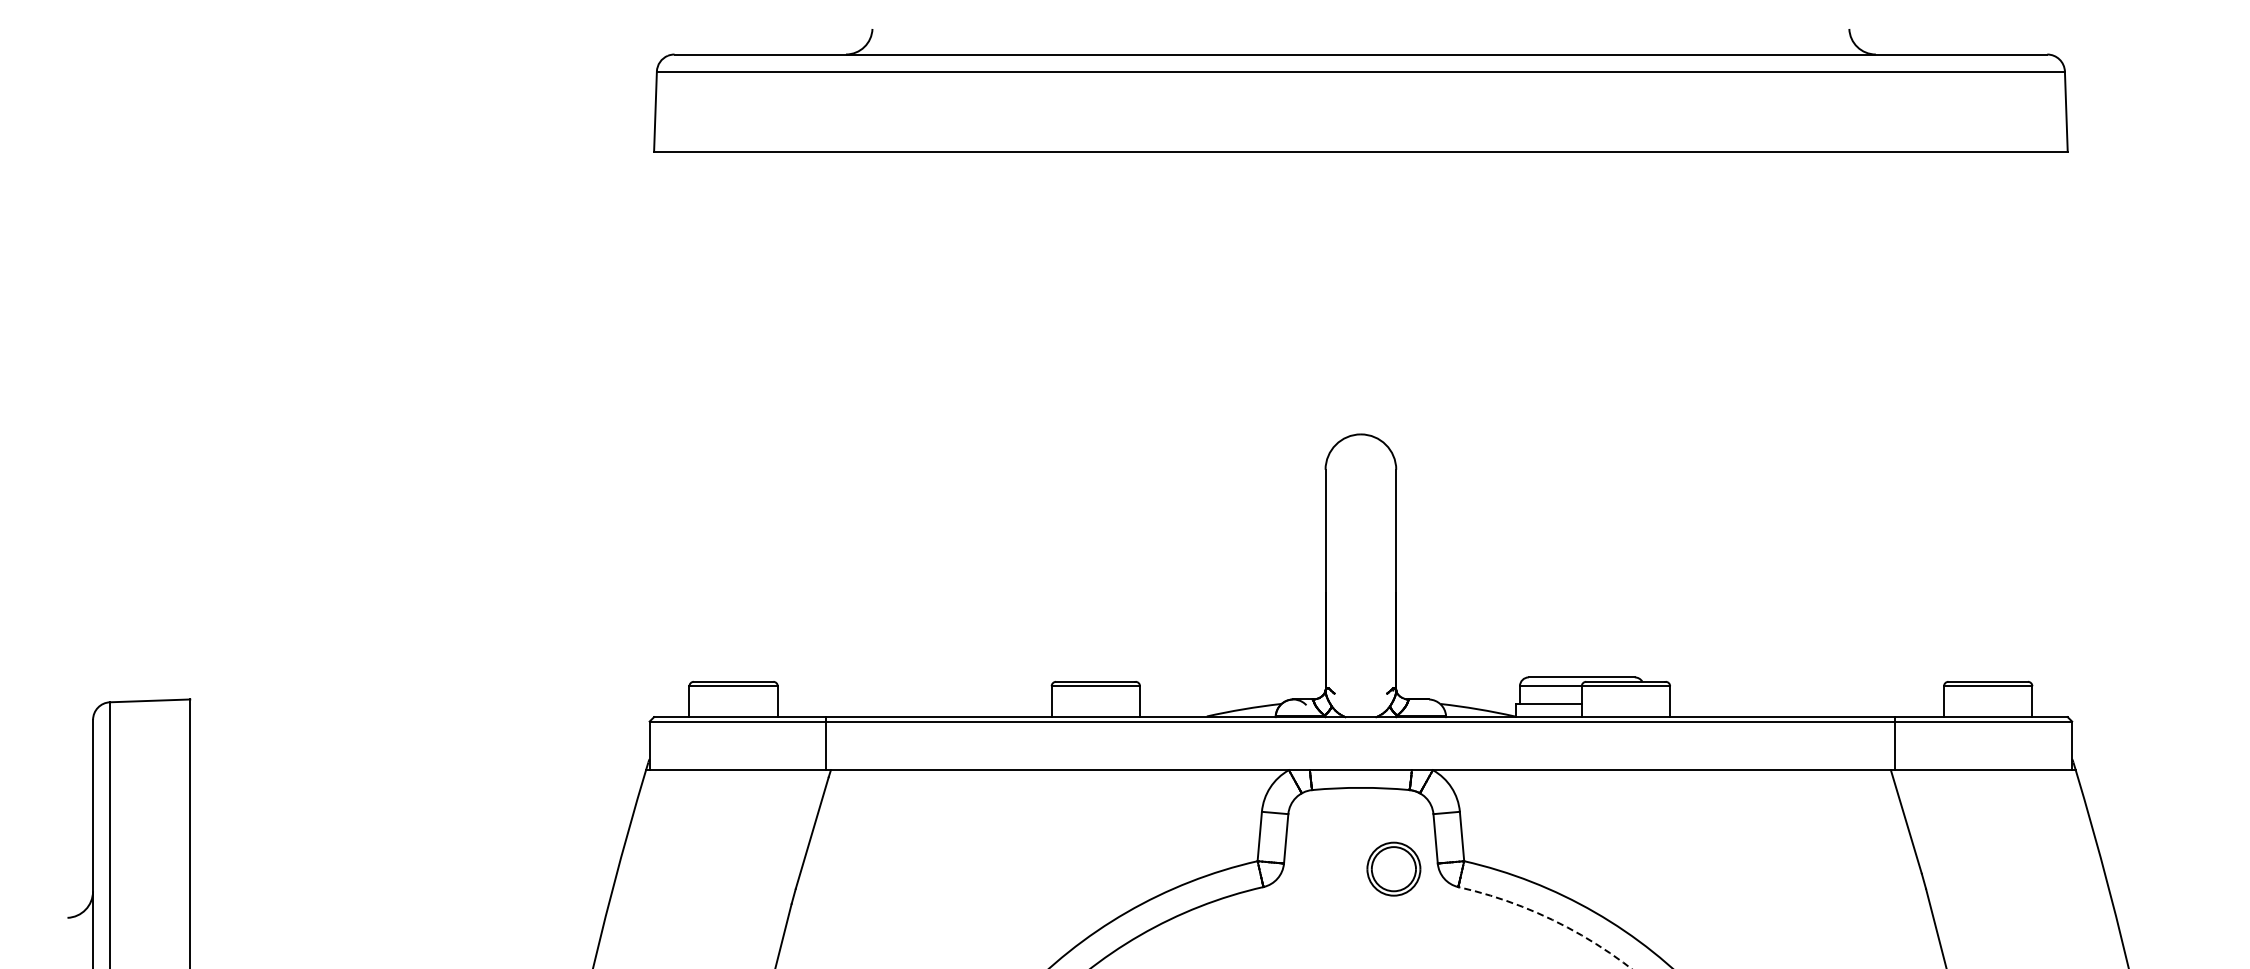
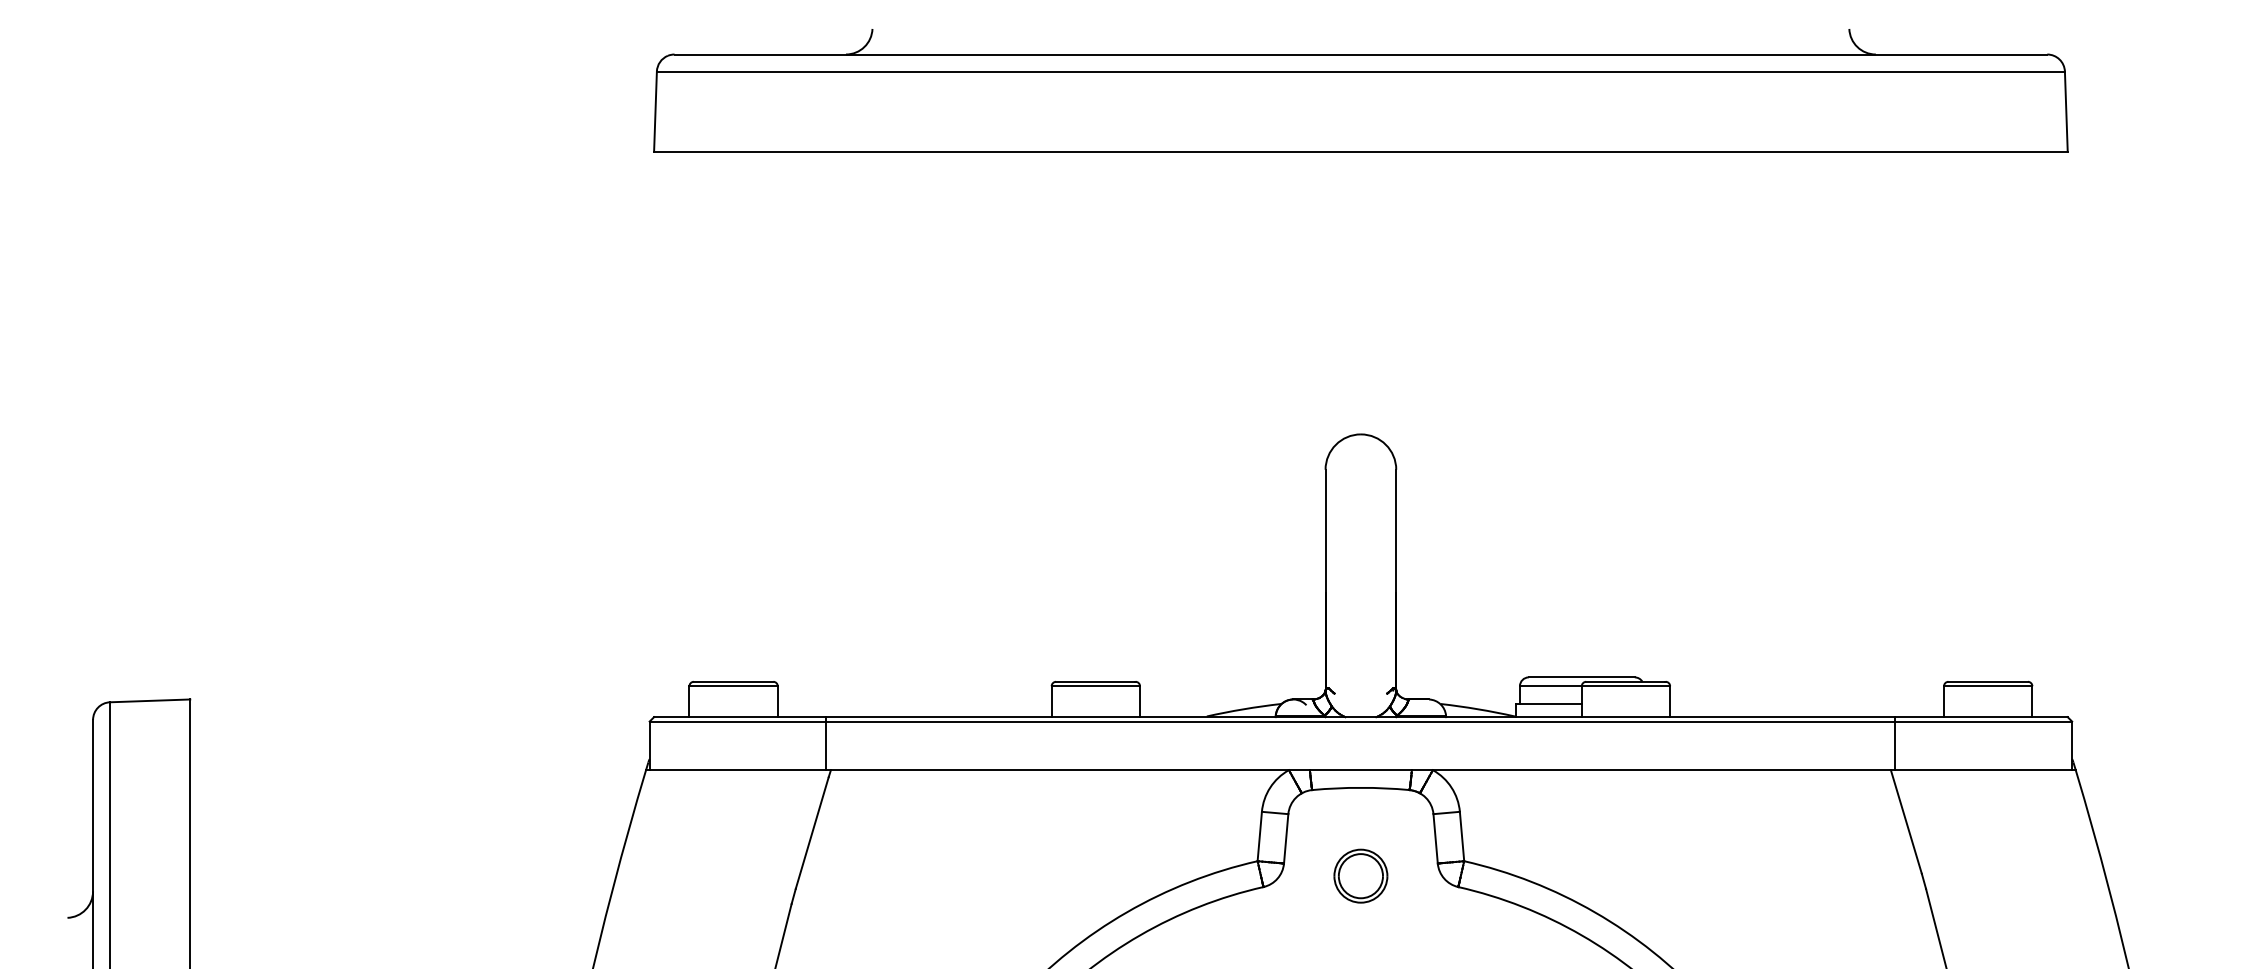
part at (1393, 868) position: (1393, 868) -> (1360, 875)
arc at (1549, 918): dashed -> solid
